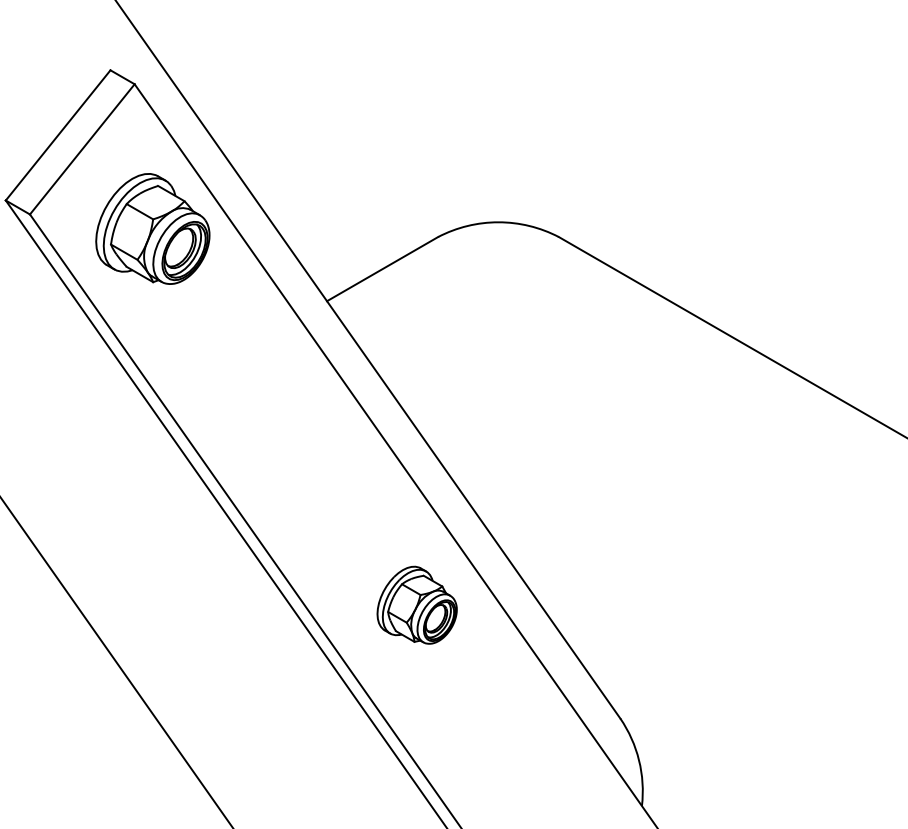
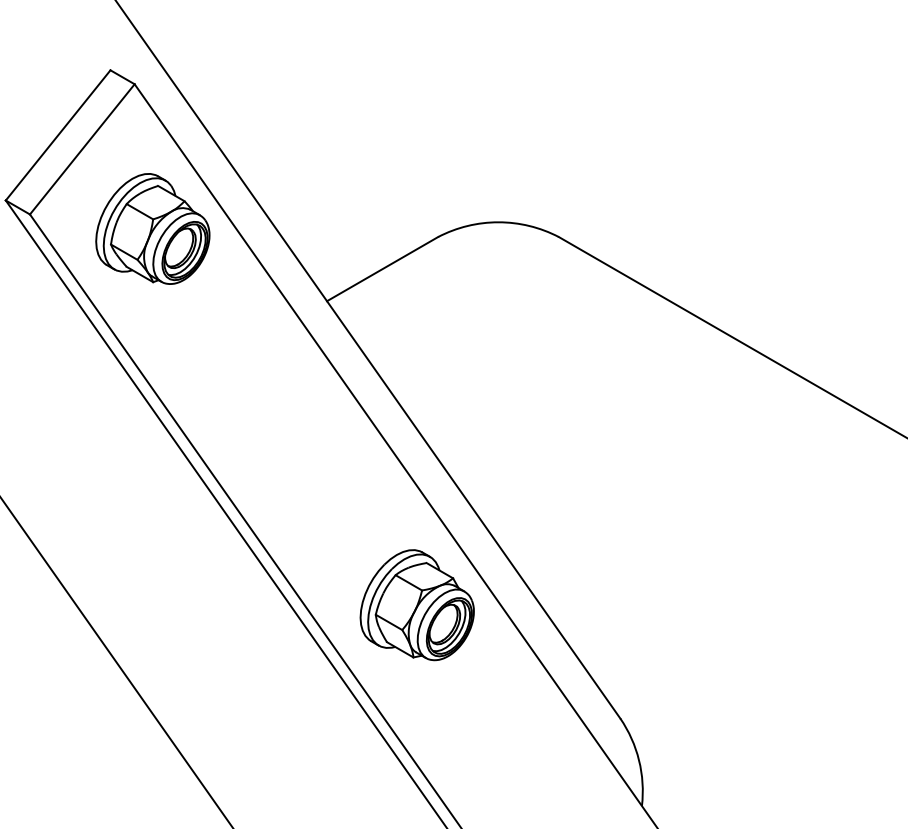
part at (416, 604) size: 82x80 px -> 116x113 px
